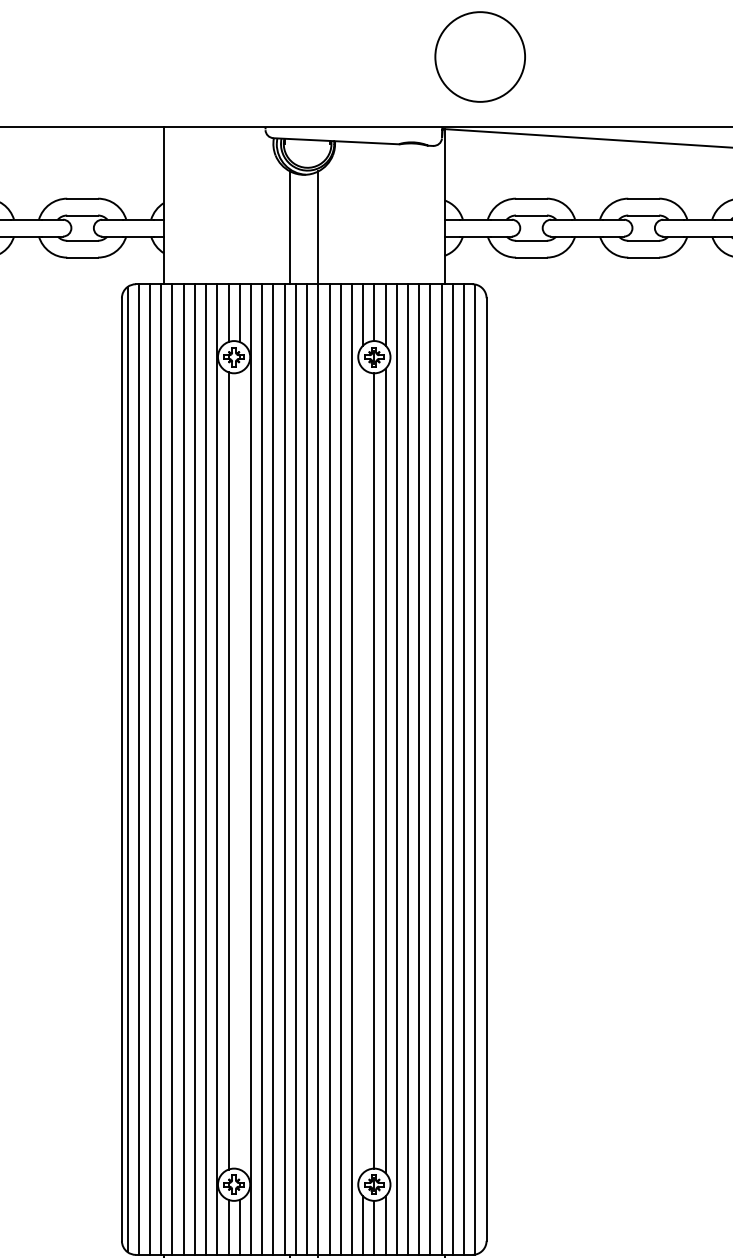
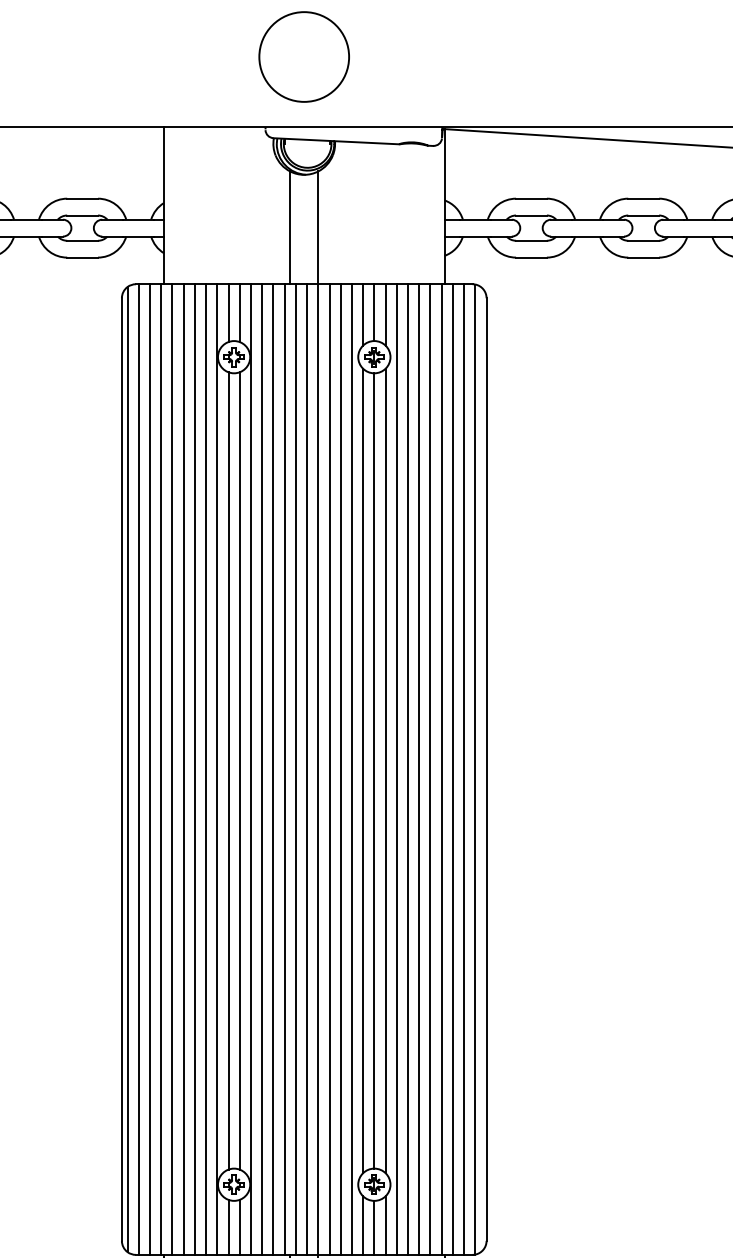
circle at (479, 56) position: (479, 56) -> (303, 56)
line at (239, 770): none -> present
line at (363, 770): none -> present
